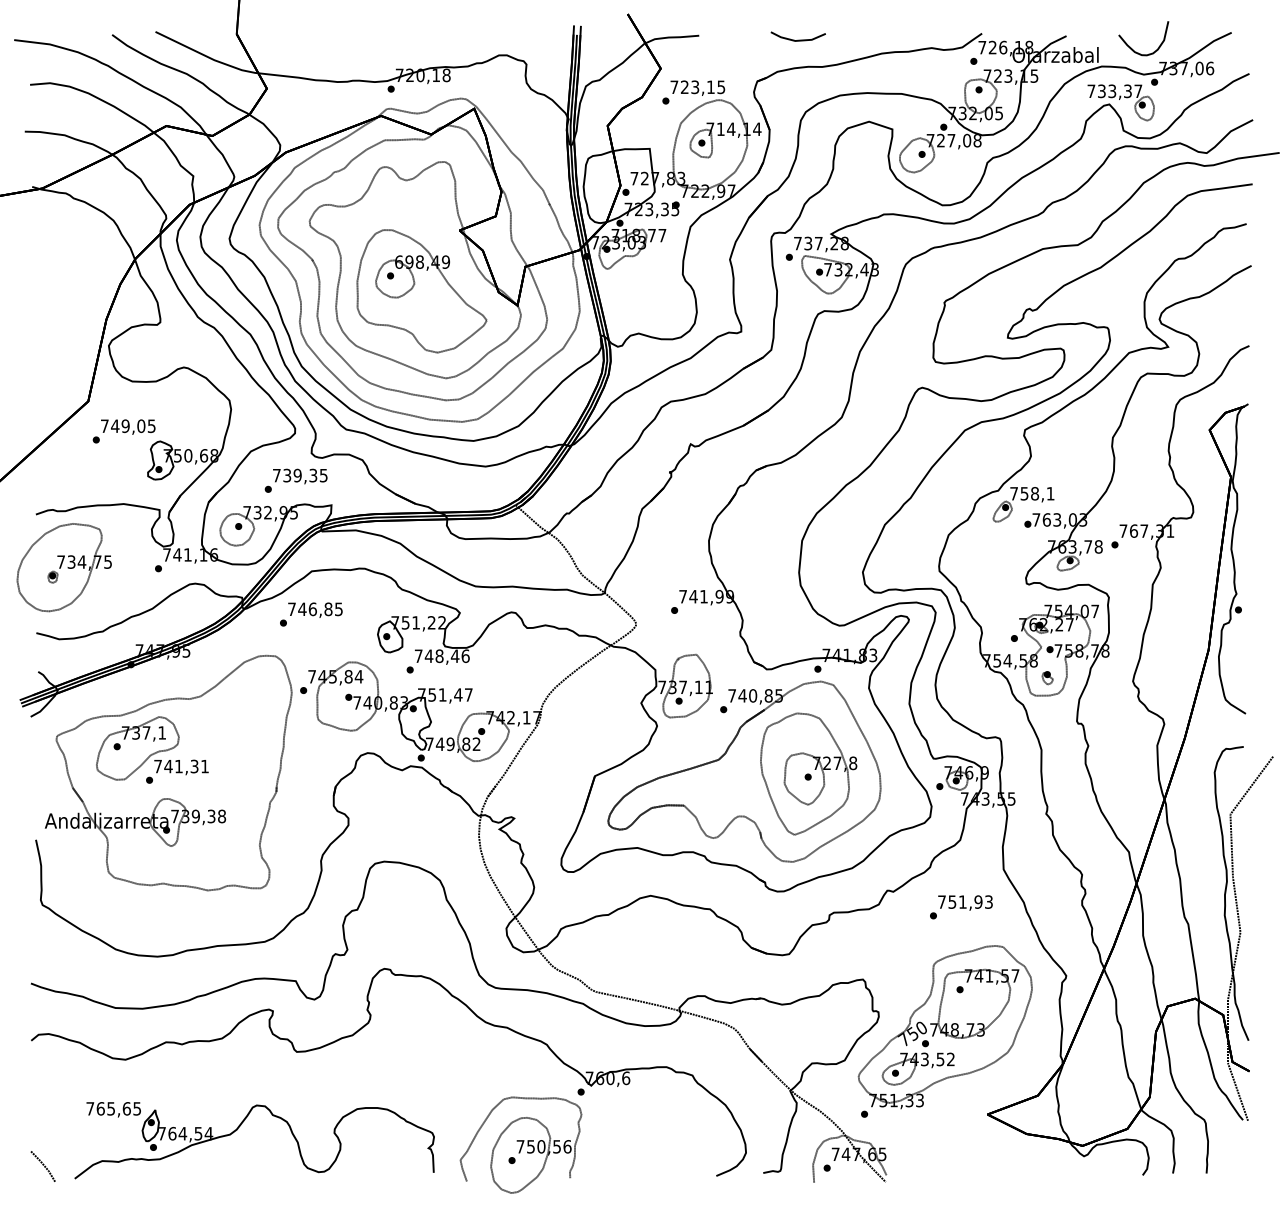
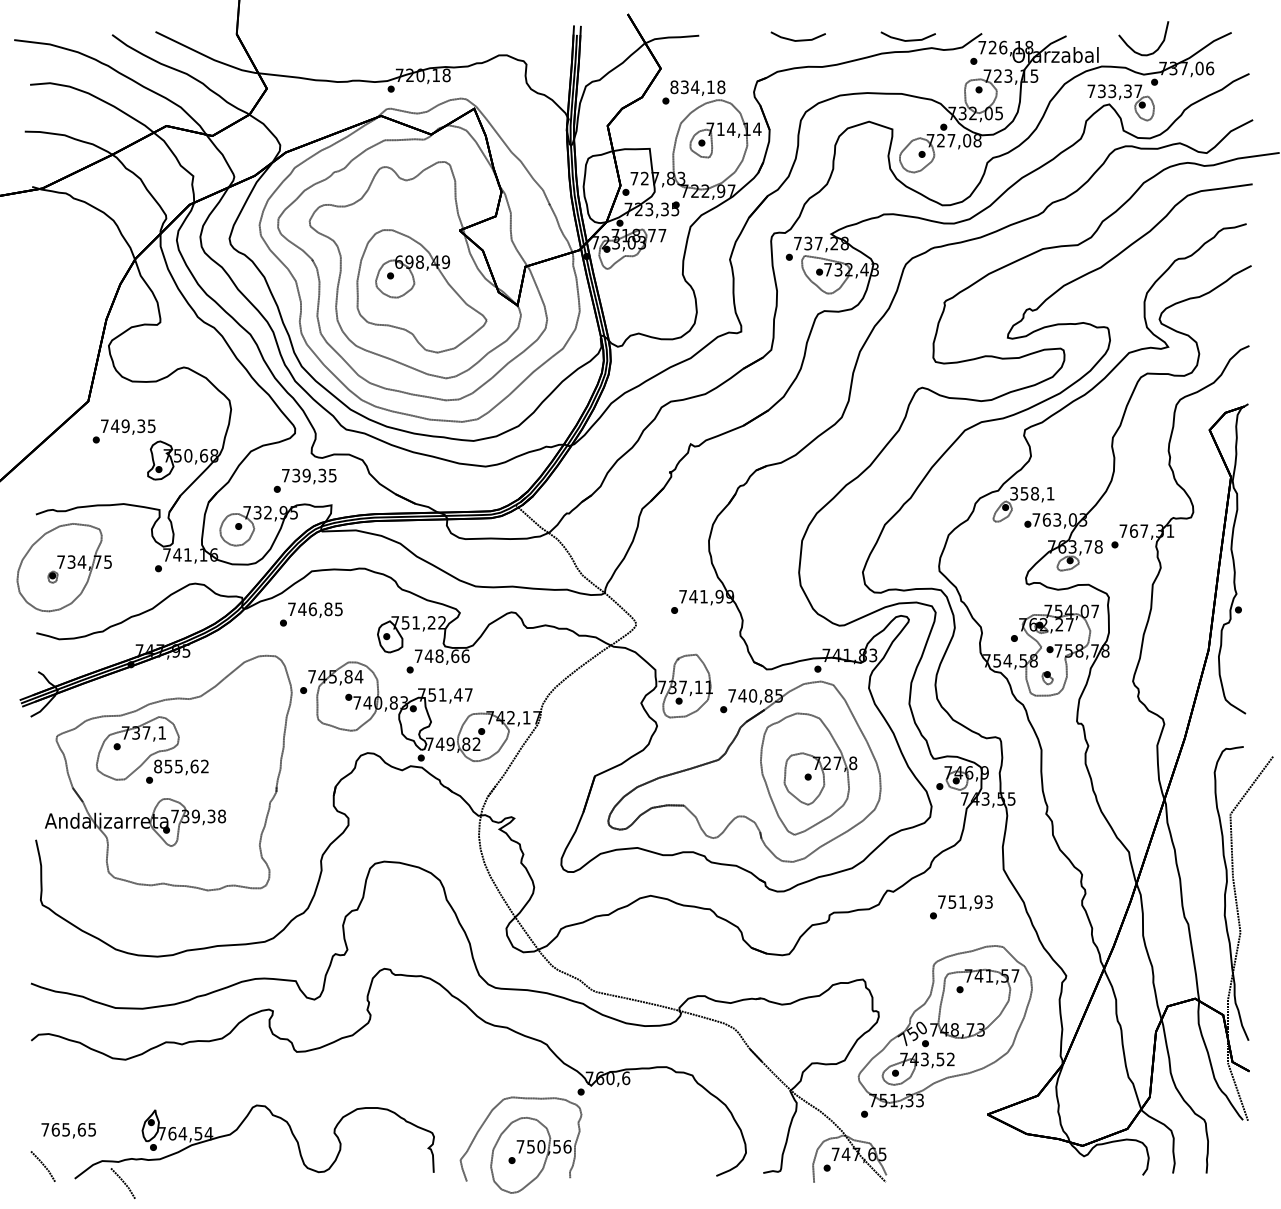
line at (907, 39): none -> present
text at (697, 87): 723,15 -> 834,18
text at (141, 425): 749,05 -> 749,35
text at (295, 480) position: (295, 480) -> (304, 480)
text at (1013, 493): 758,1 -> 358,1
text at (454, 656): 748,46 -> 748,66
text at (181, 766): 741,31 -> 855,62
text at (113, 1109) position: (113, 1109) -> (68, 1130)
line at (122, 1182): none -> present
